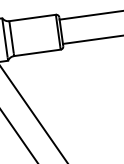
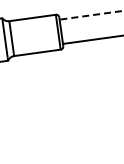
line at (91, 15): solid -> dashed
line at (34, 114): present -> none
line at (18, 135): present -> none
